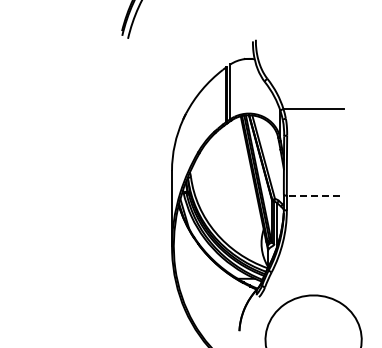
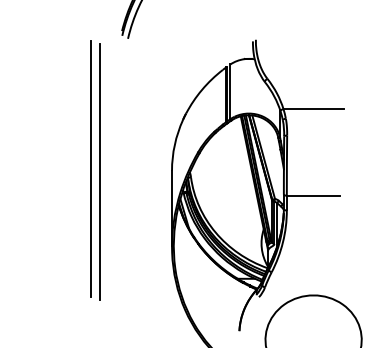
line at (91, 168): none -> present
line at (100, 172): none -> present
line at (313, 195): dashed -> solid
